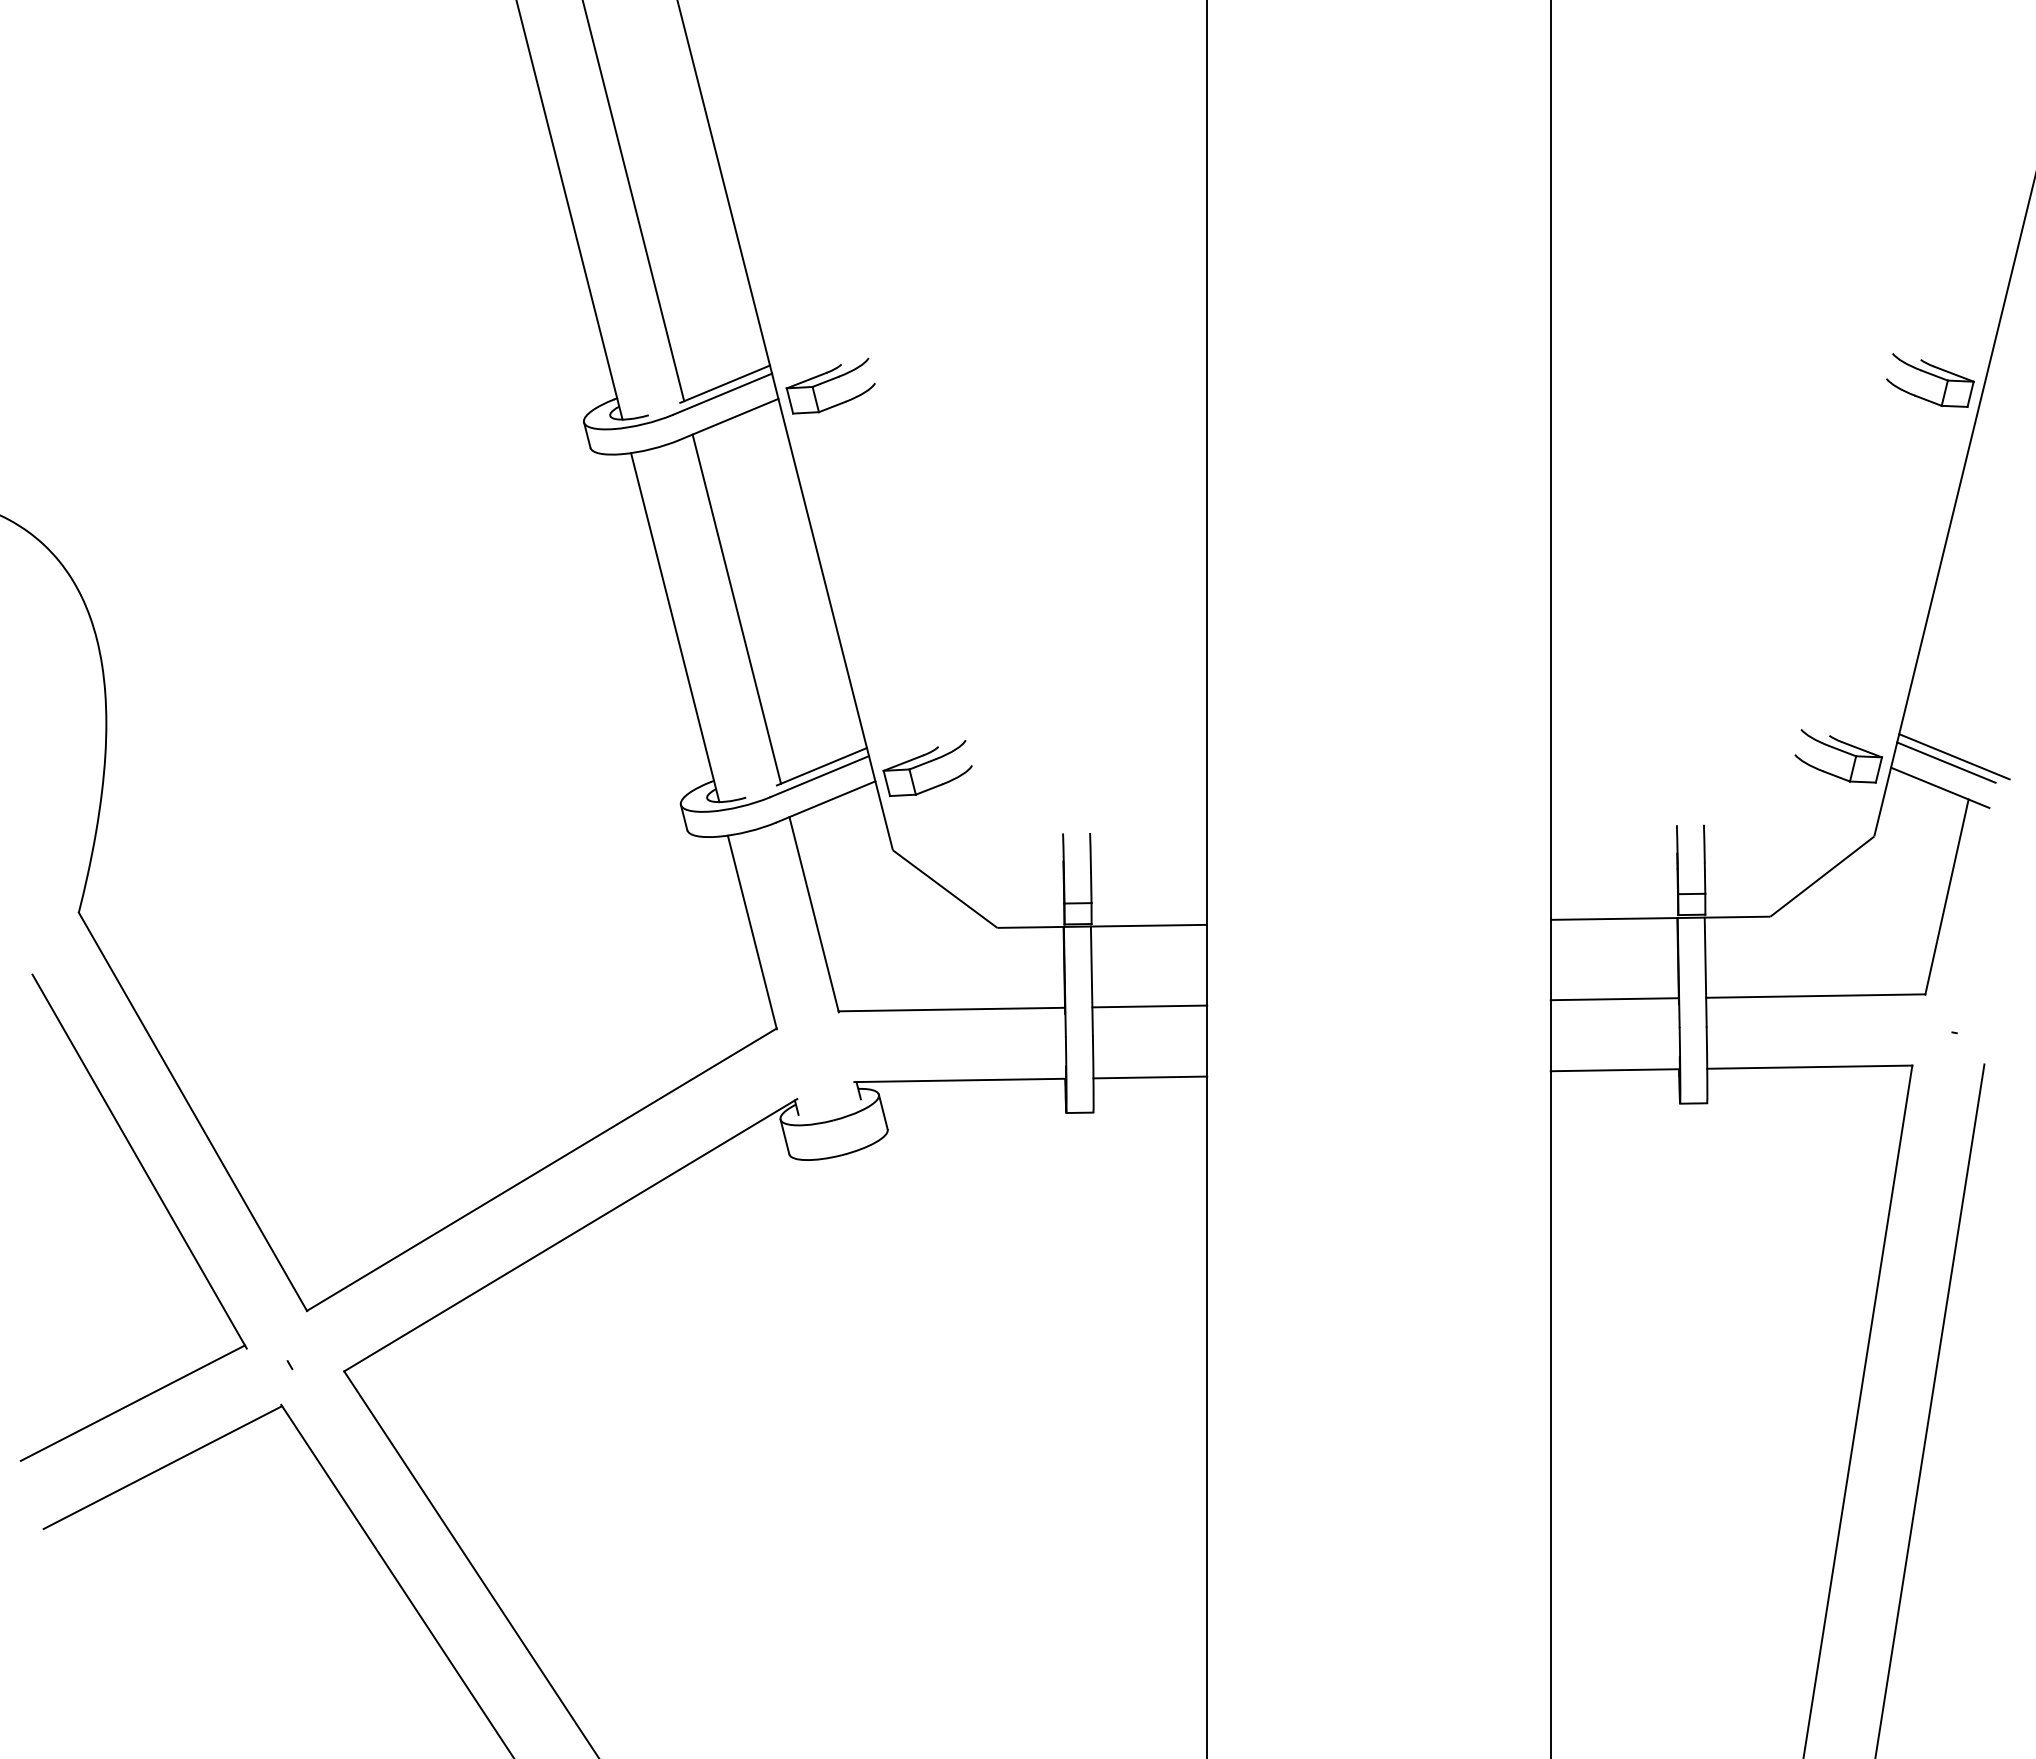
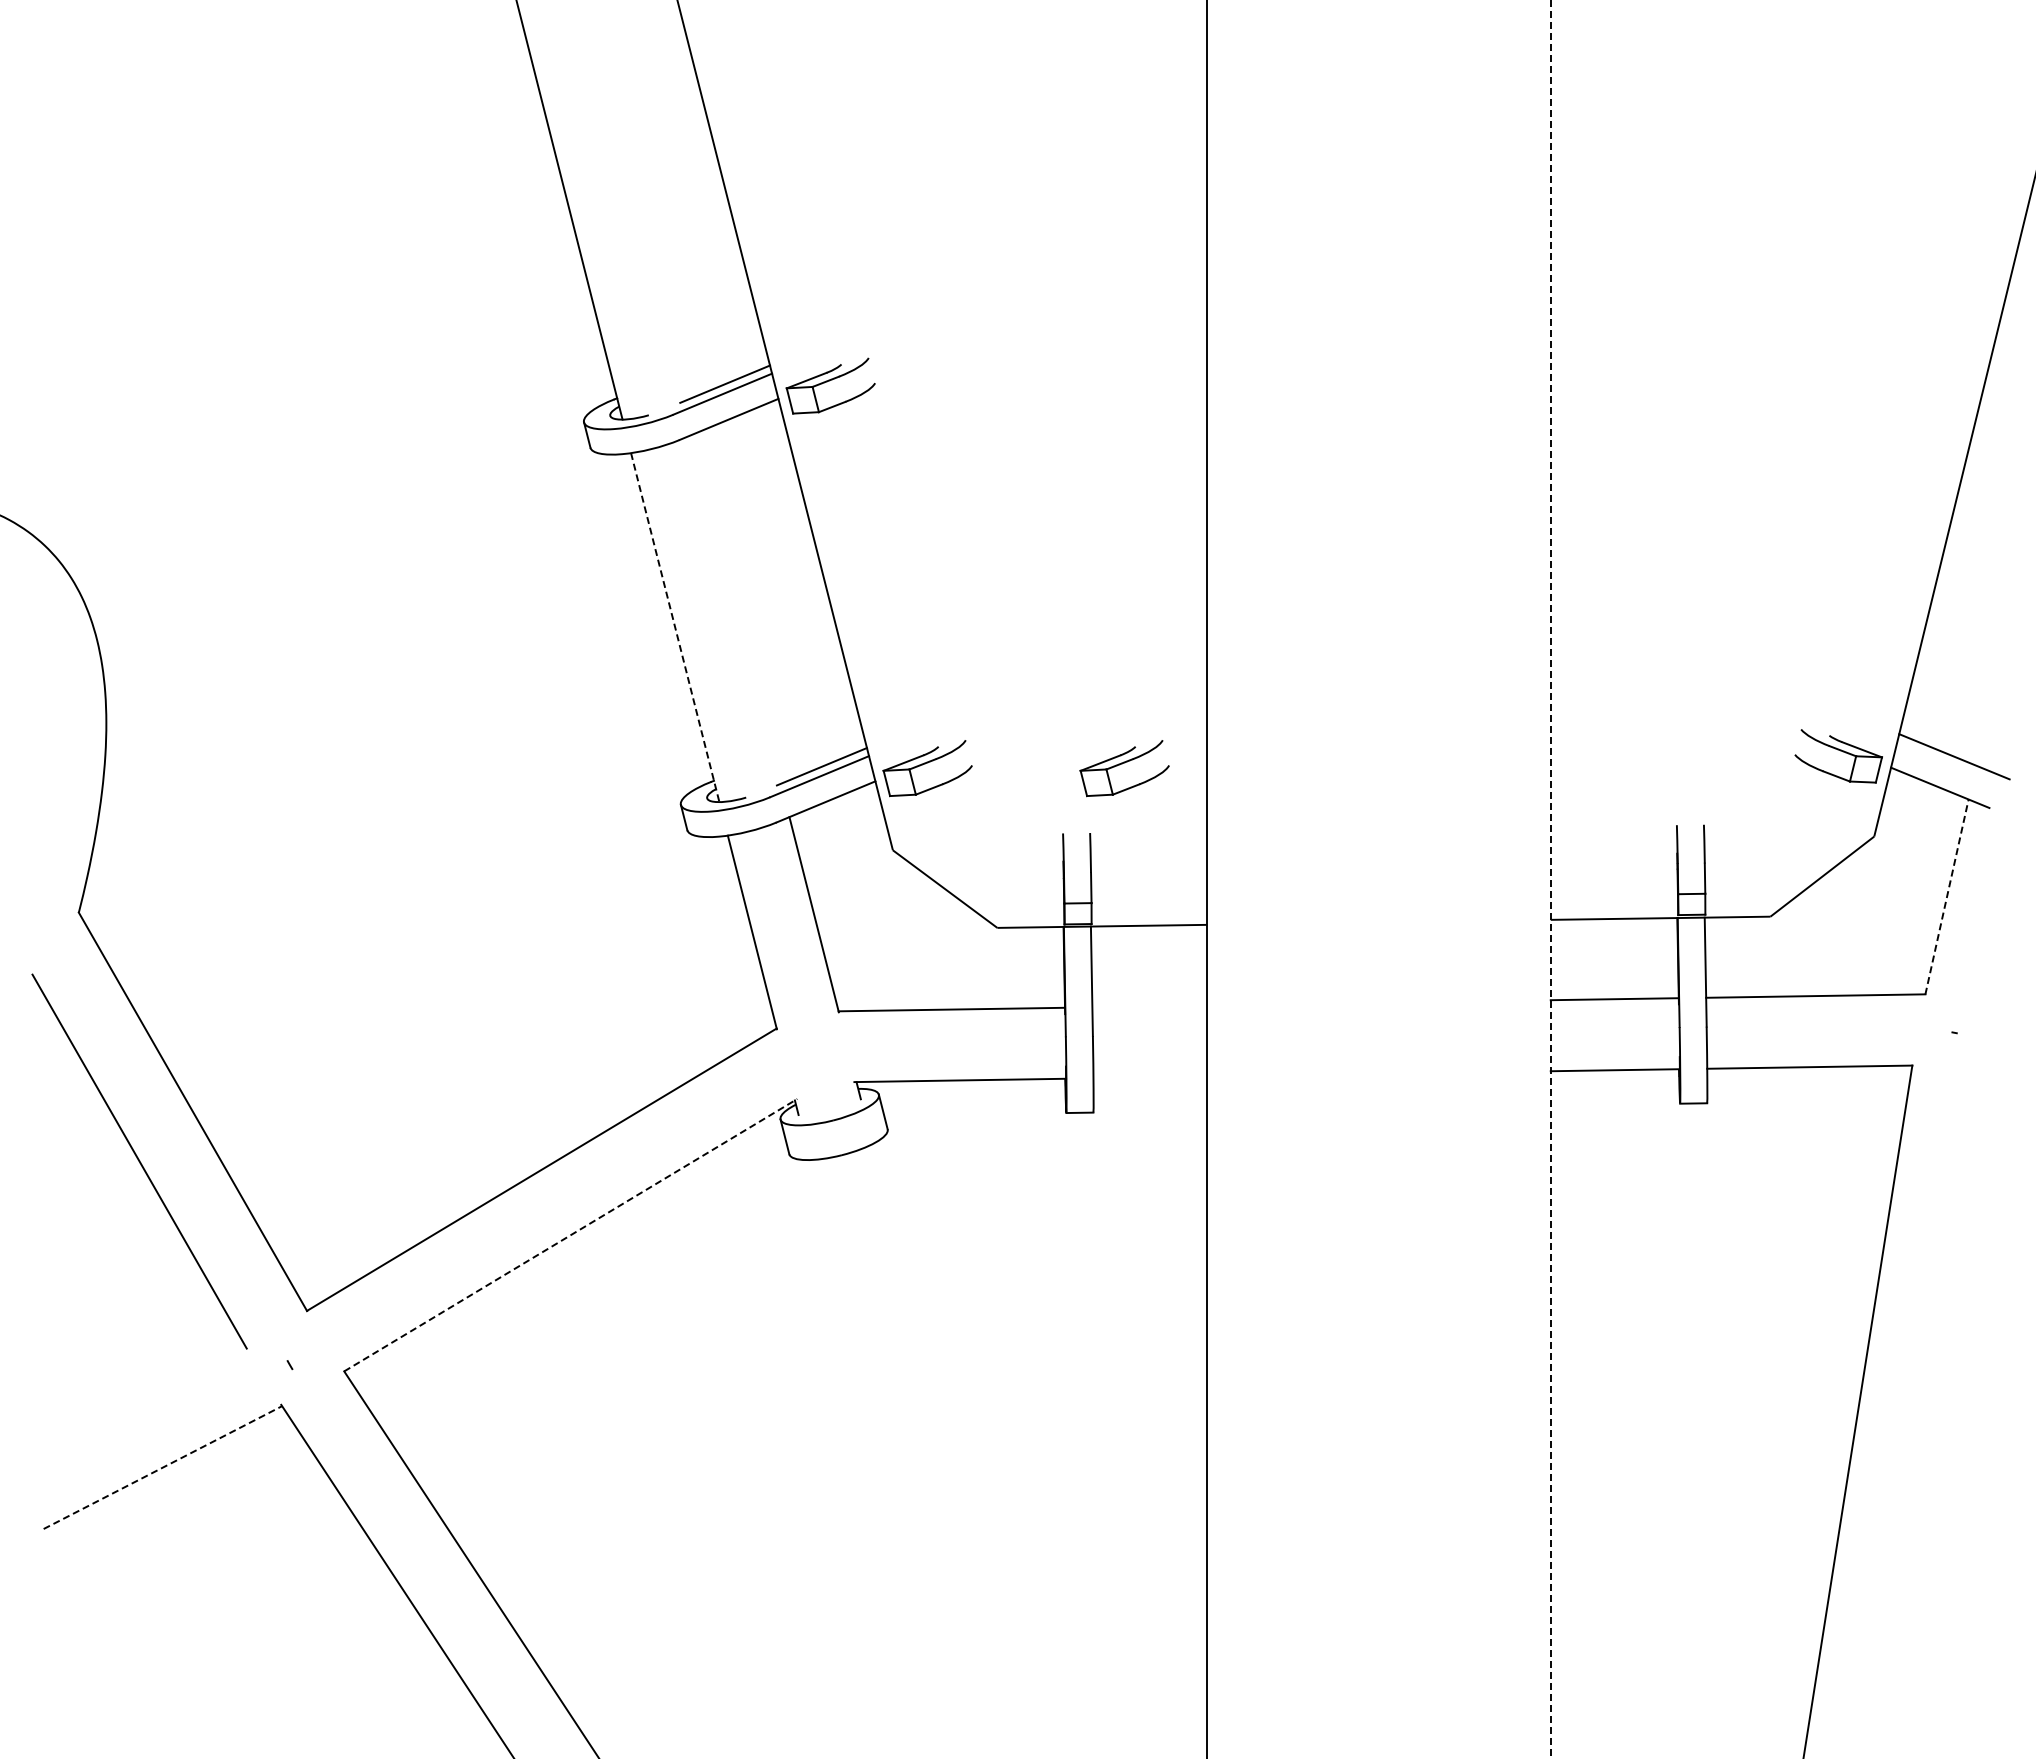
line at (633, 201): present -> none
part at (1930, 380): present -> none
line at (736, 608): present -> none
line at (675, 628): solid -> dashed
line at (1946, 762): present -> none
part at (1124, 768): none -> present
line at (1550, 879): solid -> dashed
line at (1946, 897): solid -> dashed
line at (1149, 1006): present -> none
line at (1150, 1077): present -> none
line at (571, 1234): solid -> dashed
line at (132, 1402): present -> none
line at (1929, 1409): present -> none
line at (163, 1467): solid -> dashed
